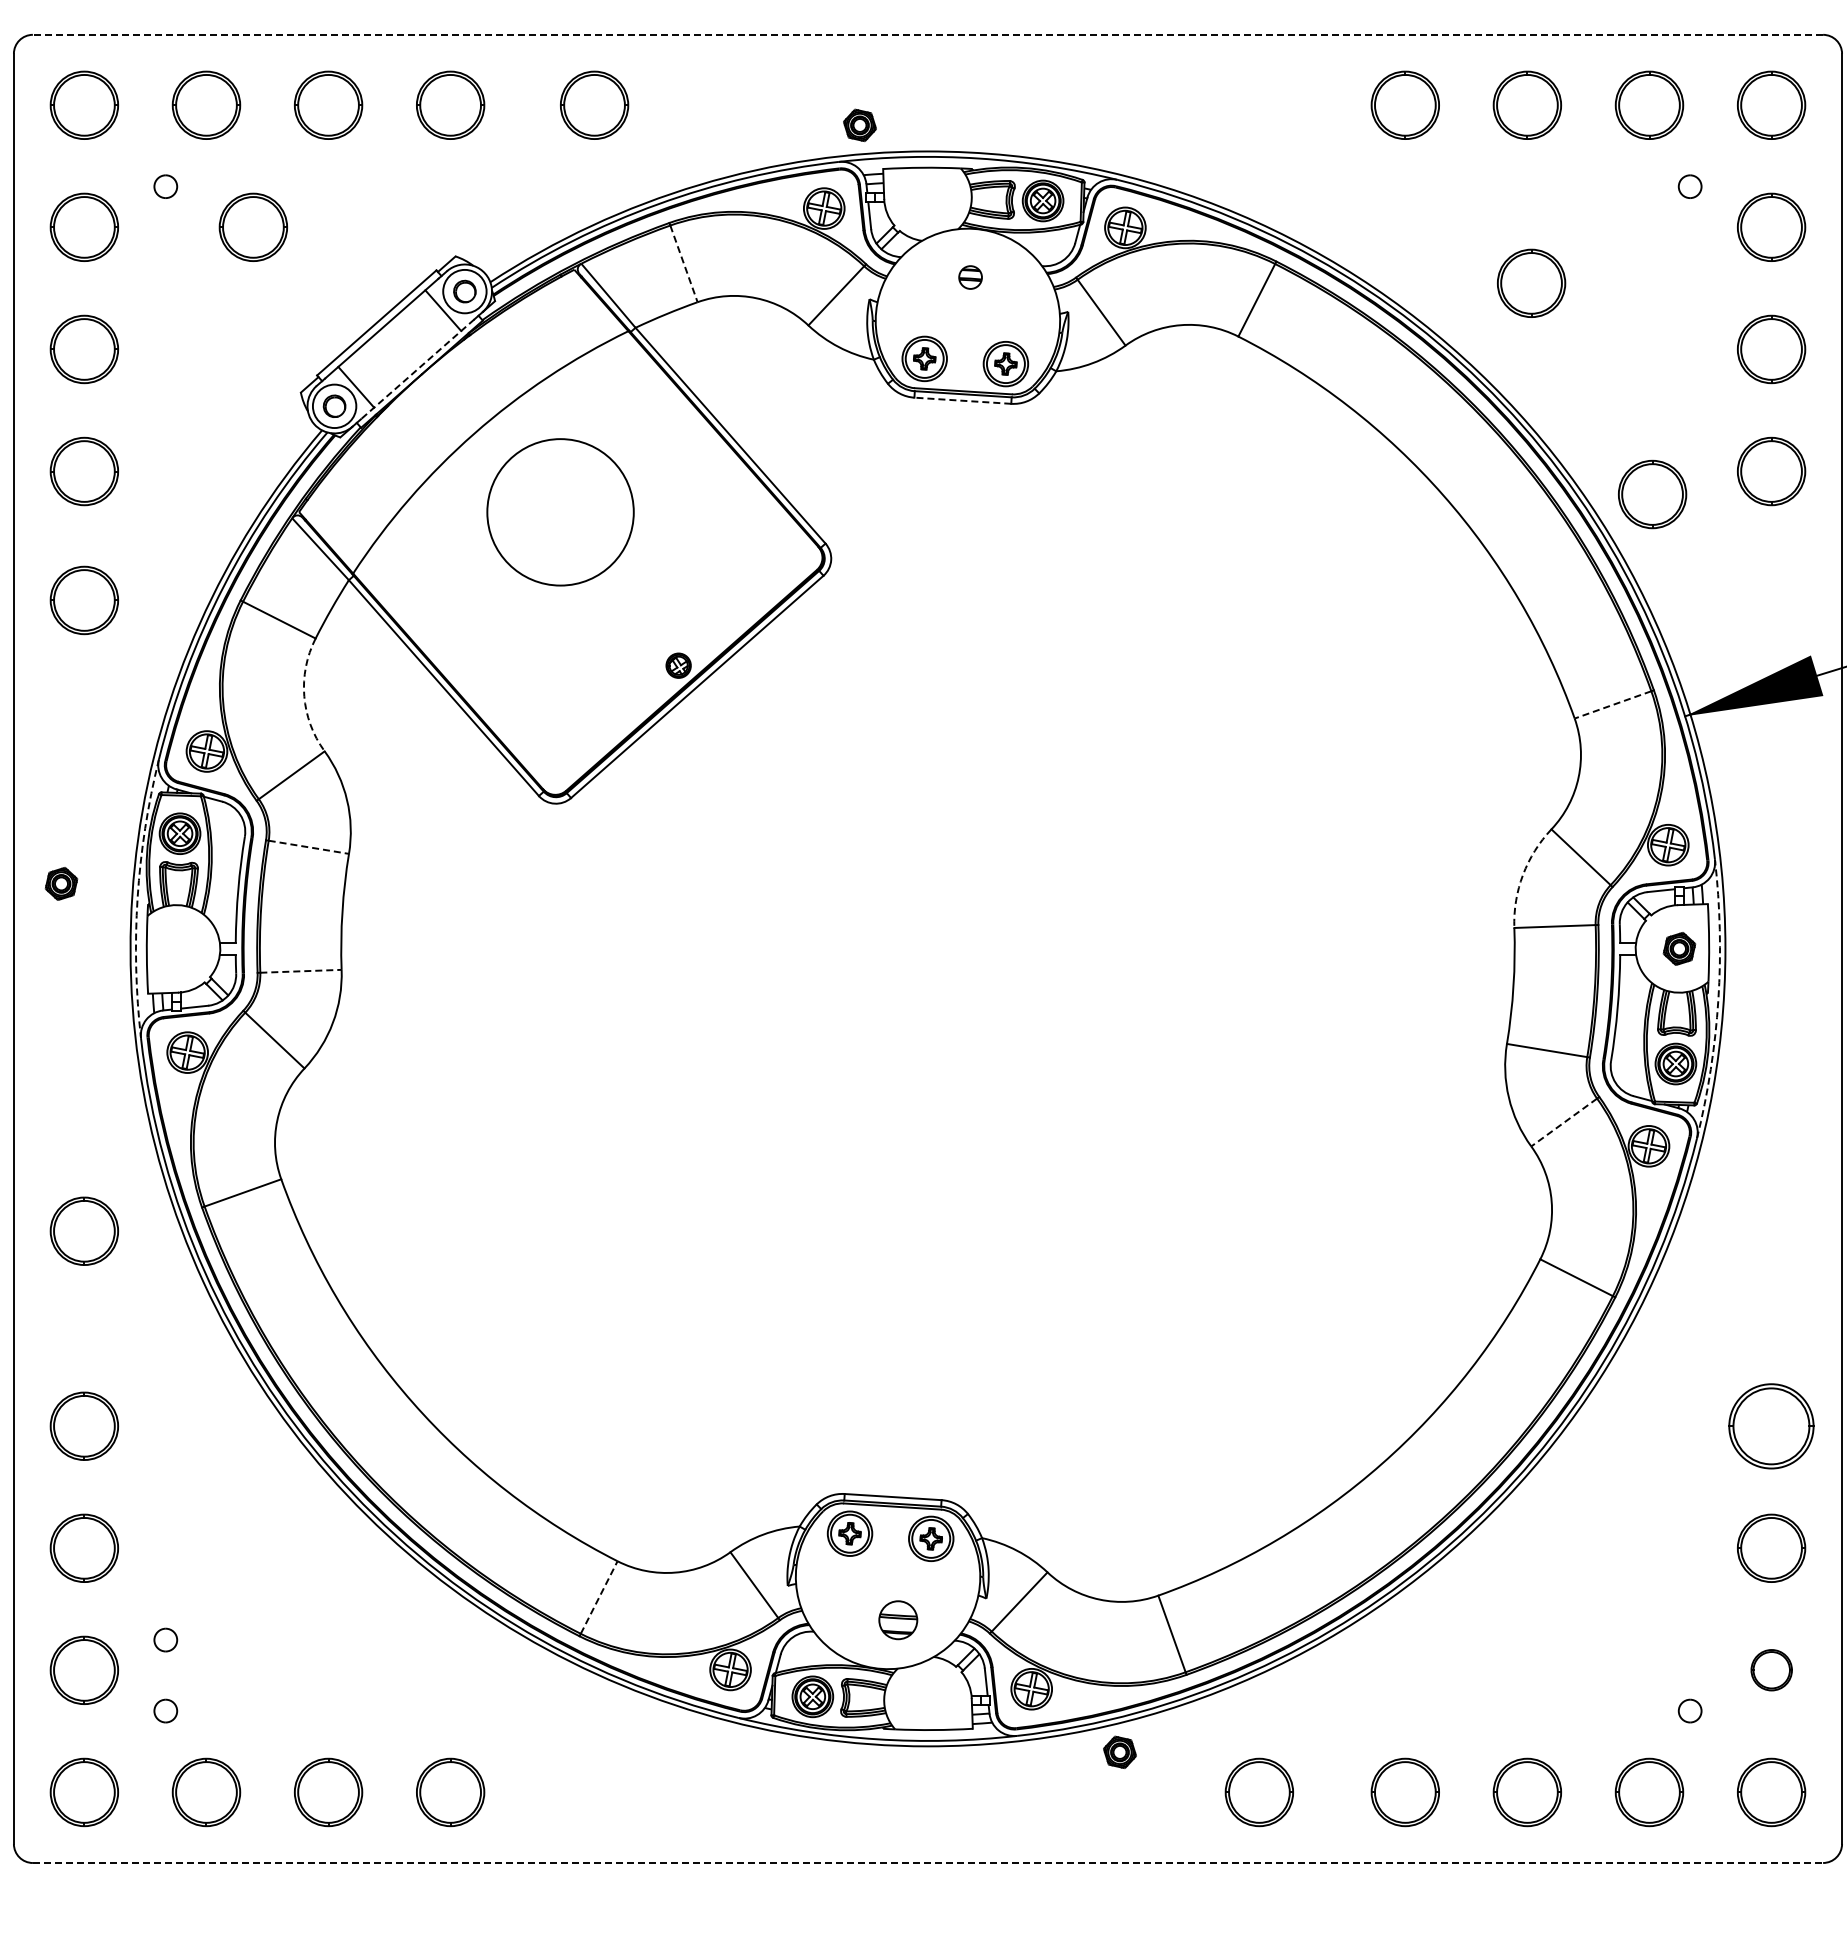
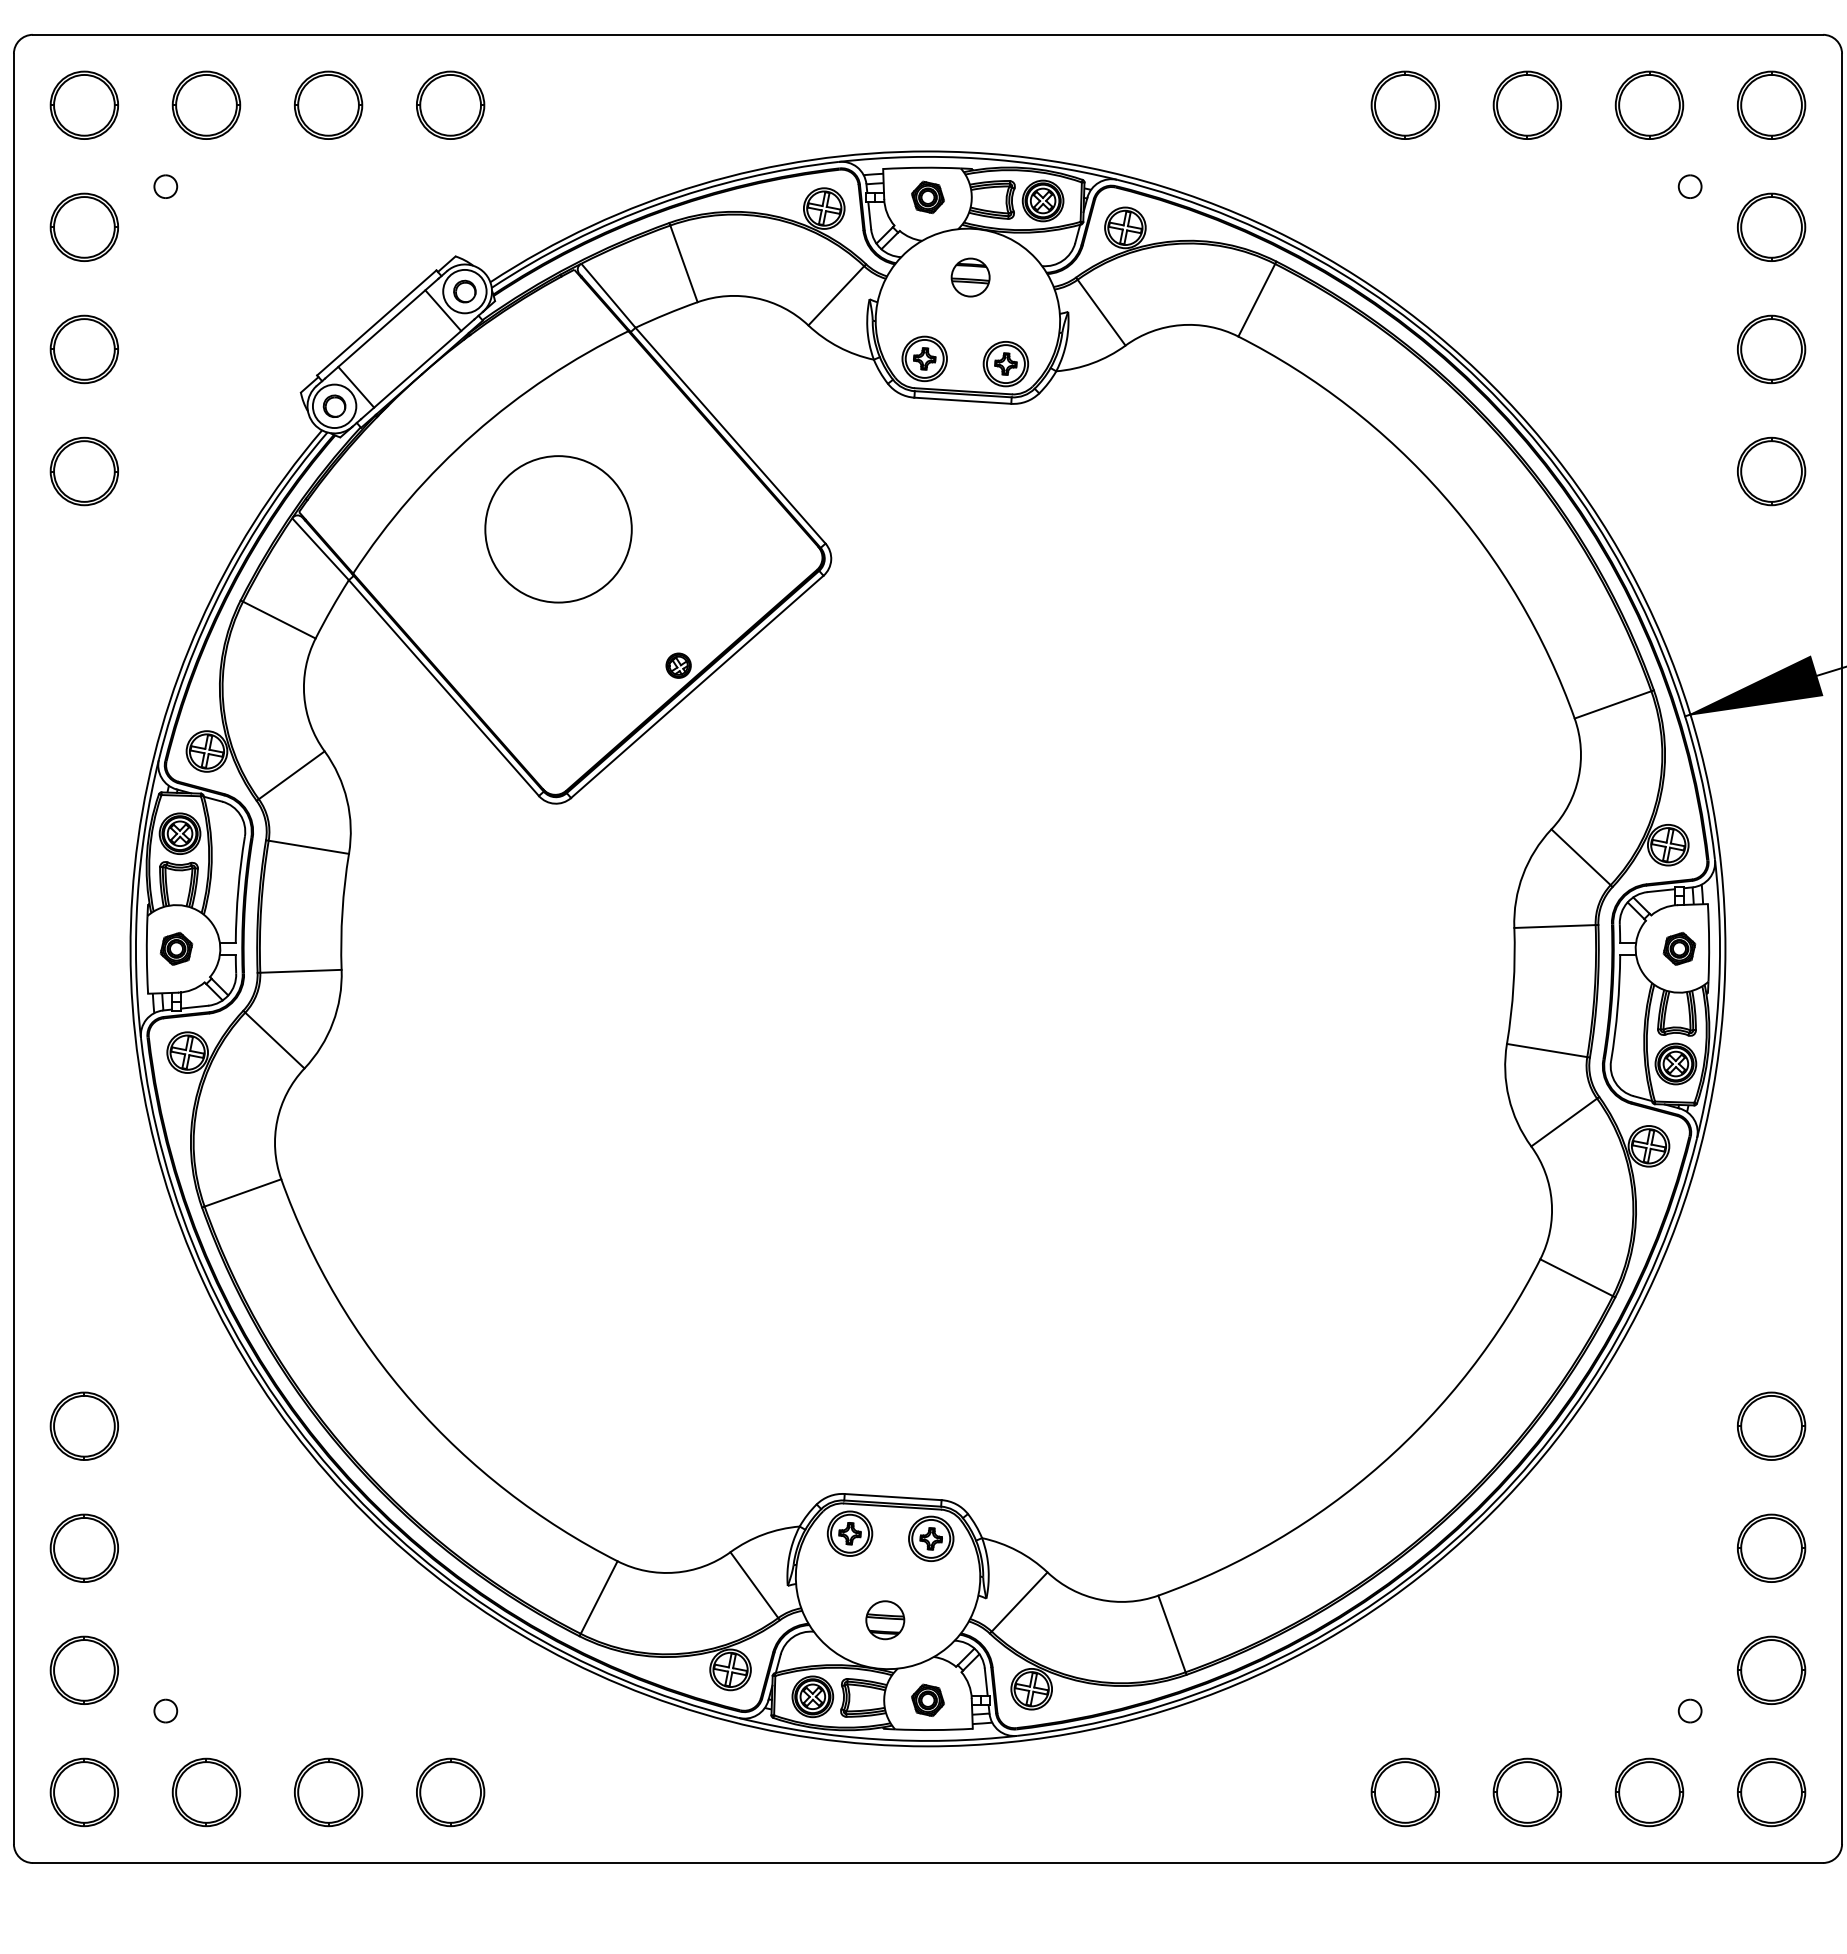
line at (927, 34): dashed -> solid
part at (594, 104): present -> none
part at (859, 125) position: (859, 125) -> (927, 197)
part at (252, 226): present -> none
line at (683, 263): dashed -> solid
part at (970, 277) size: 25x25 px -> 41x41 px
part at (1531, 282): present -> none
line at (417, 369): dashed -> solid
line at (962, 400): dashed -> solid
part at (1652, 494): present -> none
circle at (560, 512) position: (560, 512) -> (558, 529)
part at (83, 600): present -> none
arc at (304, 696): dashed -> solid
line at (1613, 704): dashed -> solid
line at (308, 847): dashed -> solid
arc at (1523, 874): dashed -> solid
part at (61, 883) position: (61, 883) -> (176, 948)
arc at (137, 897): dashed -> solid
line at (300, 971): dashed -> solid
arc at (1718, 999): dashed -> solid
line at (1564, 1122): dashed -> solid
part at (83, 1230): present -> none
part at (1771, 1426) size: 87x87 px -> 70x70 px
line at (599, 1597): dashed -> solid
part at (898, 1620) position: (898, 1620) -> (885, 1620)
part at (165, 1639): present -> none
part at (1771, 1670) size: 43x43 px -> 70x70 px
part at (1119, 1751) position: (1119, 1751) -> (927, 1699)
part at (1258, 1792): present -> none
line at (928, 1863): dashed -> solid
